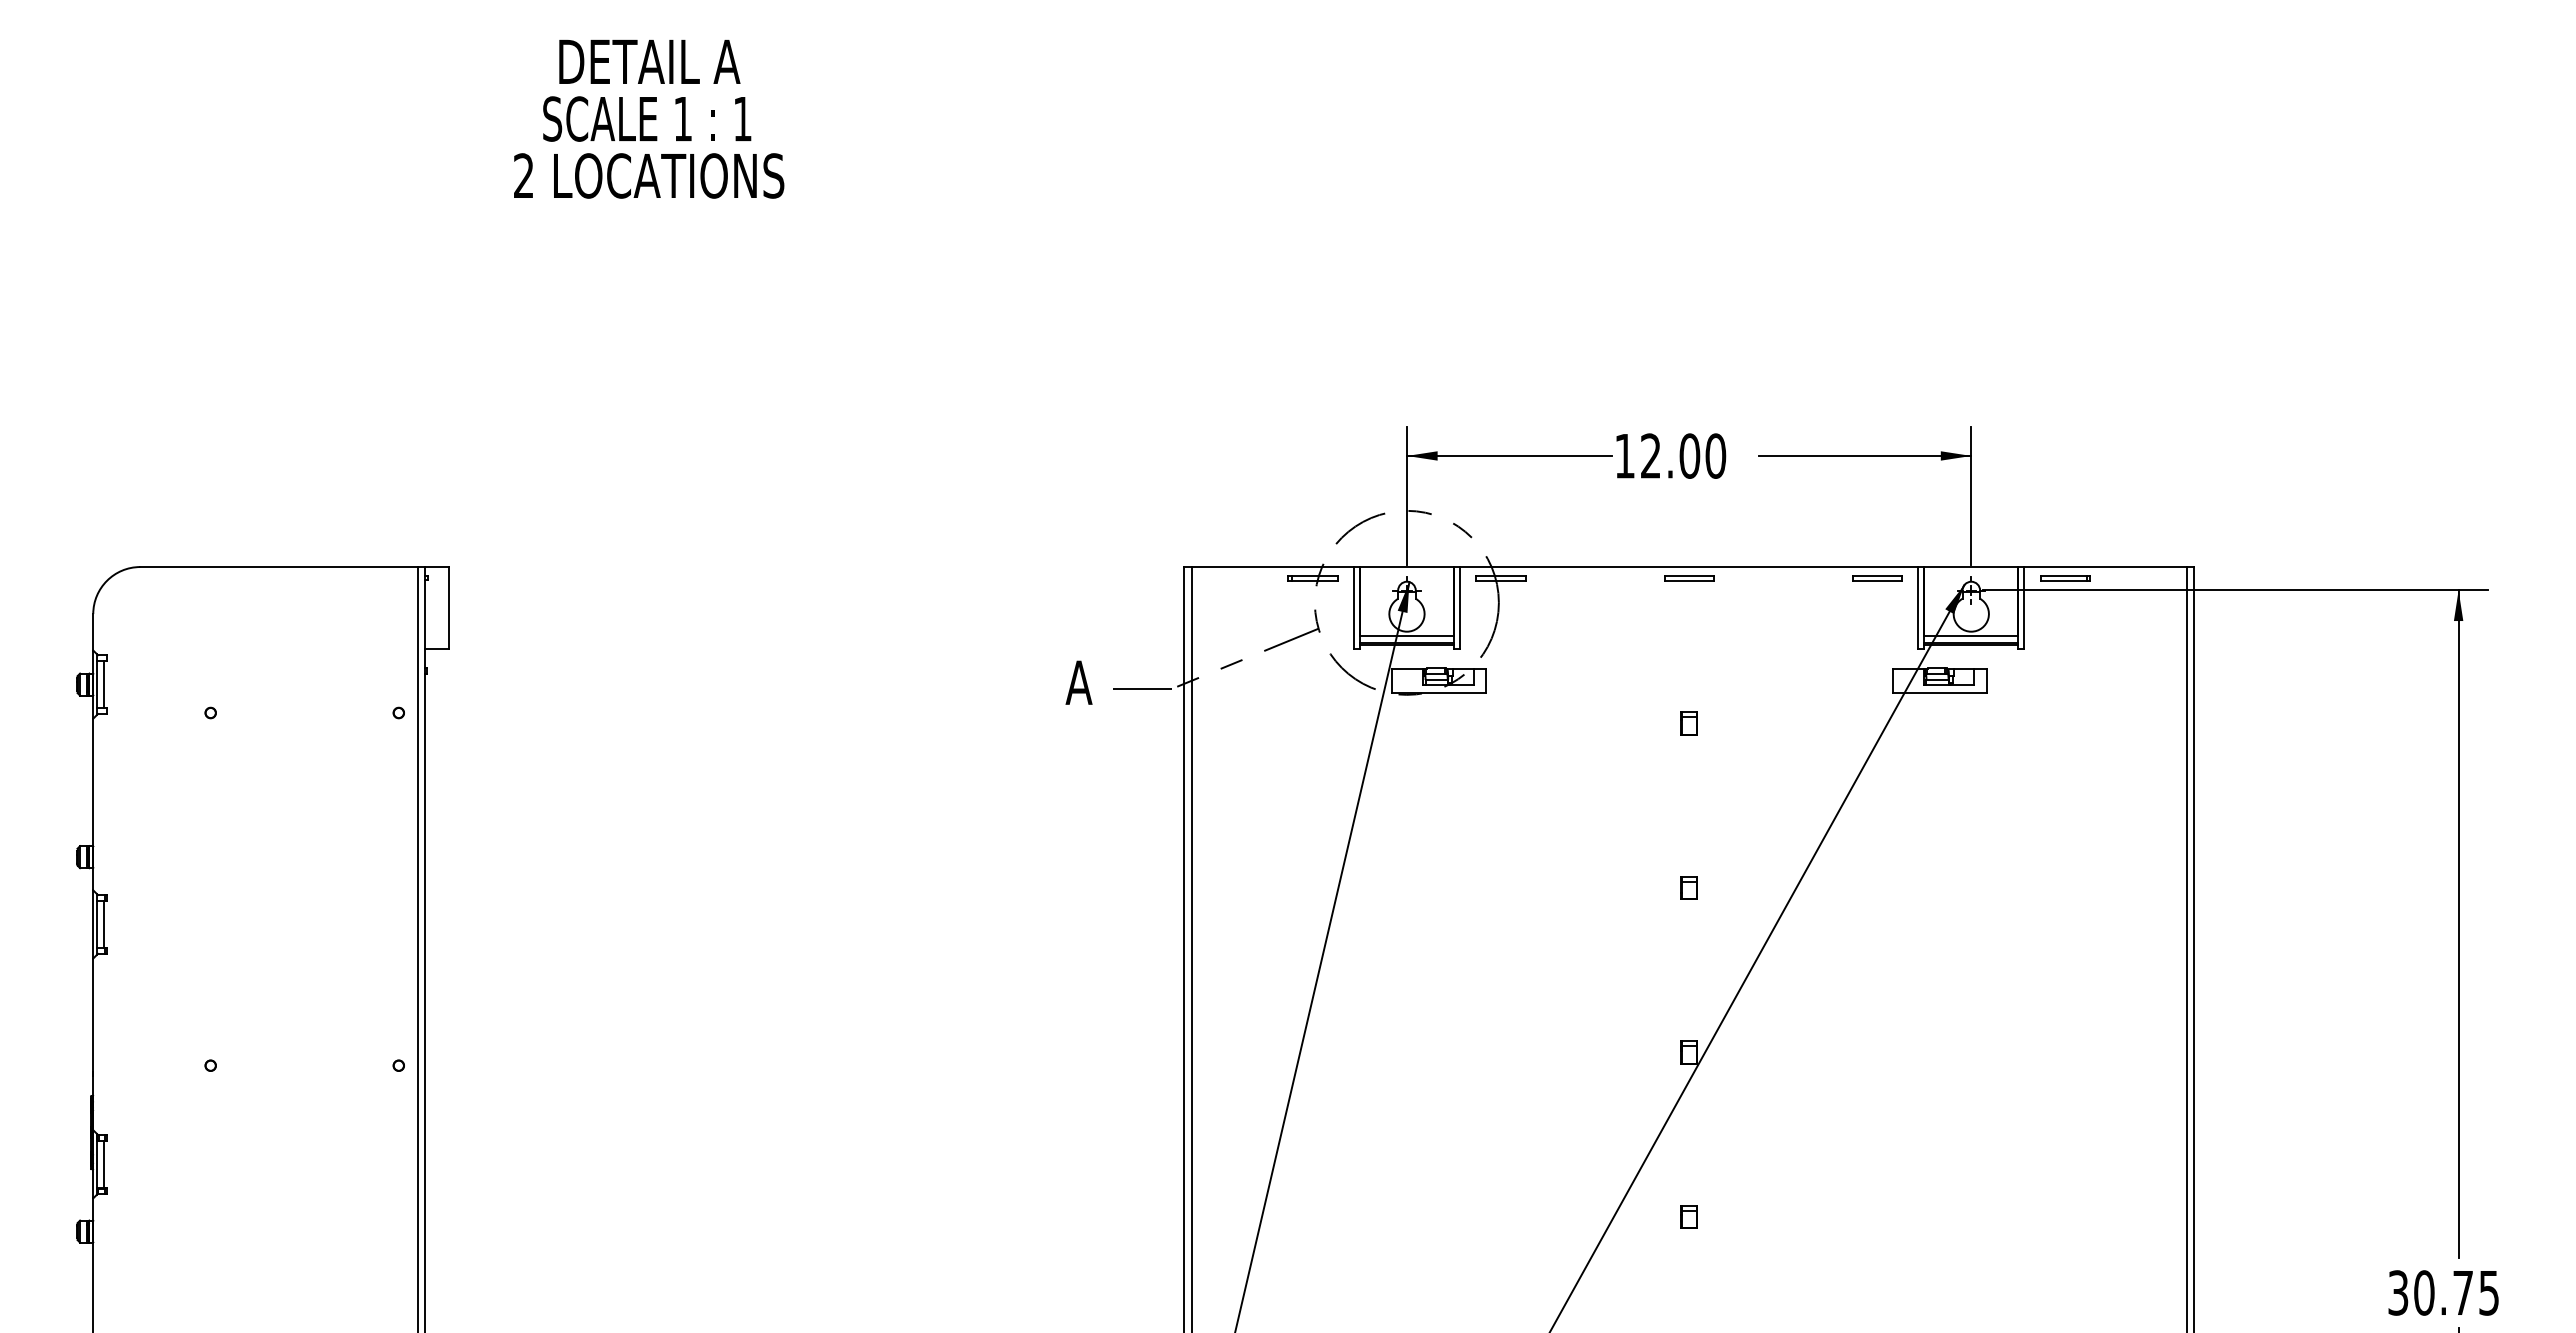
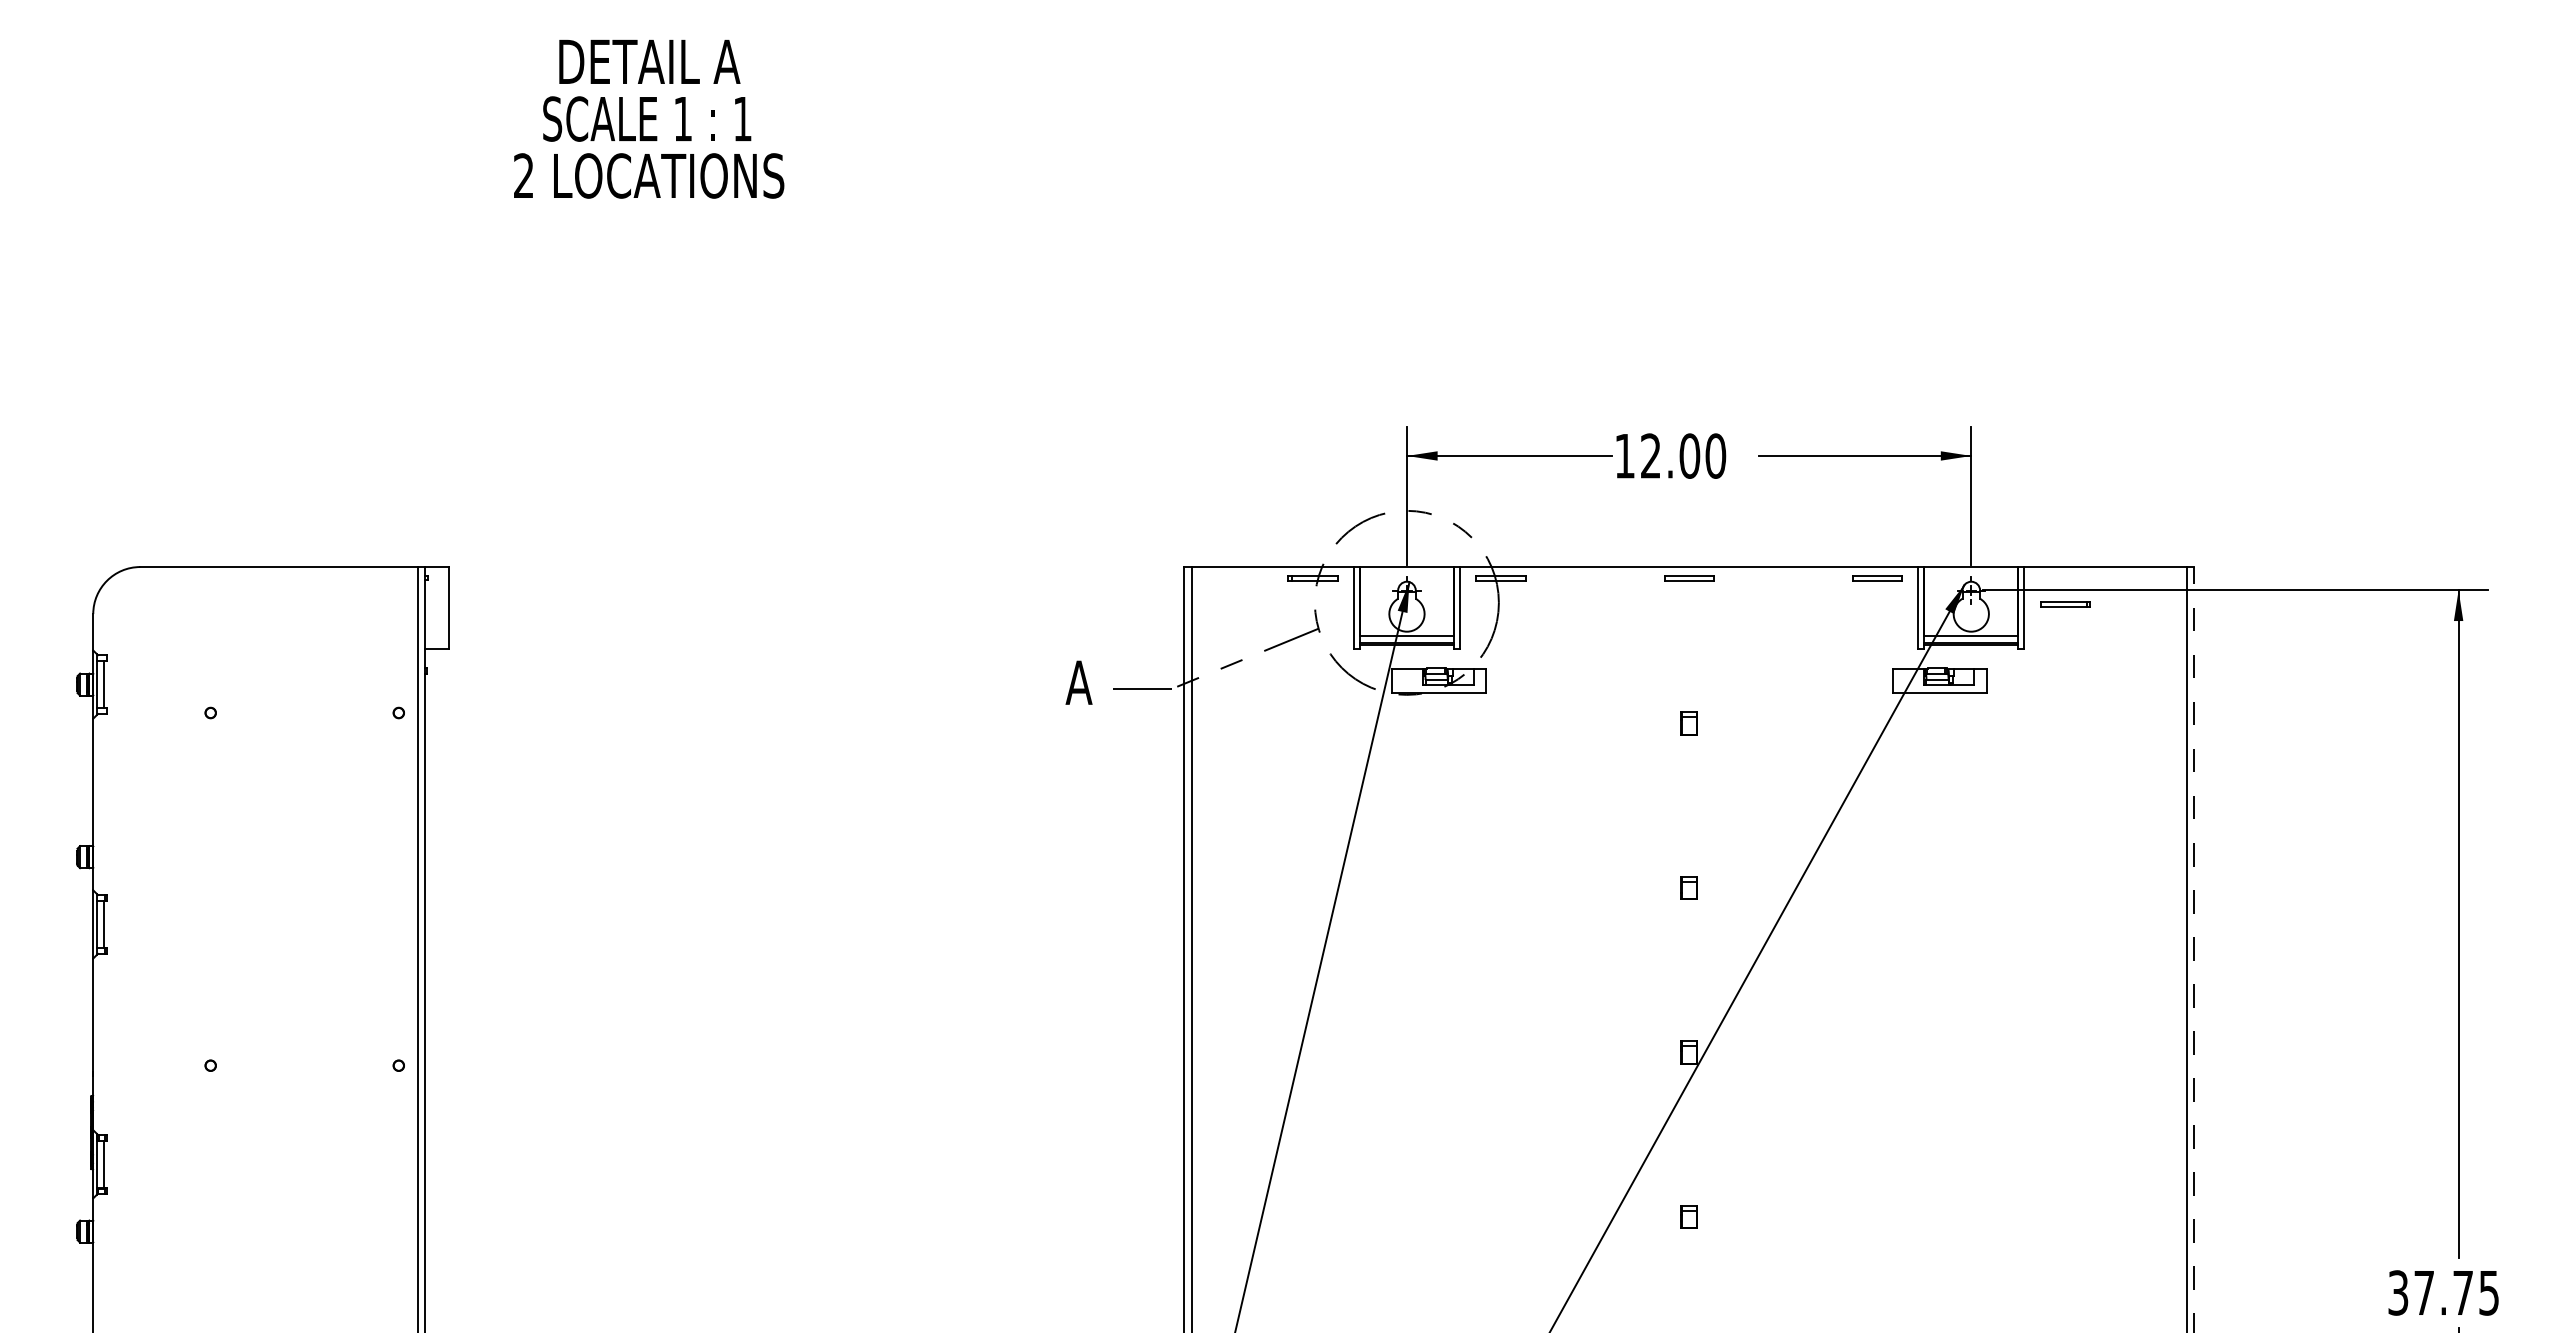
part at (2065, 578) position: (2065, 578) -> (2065, 604)
line at (2193, 949): solid -> dashed
text at (2424, 1292): 30.75 -> 37.75
